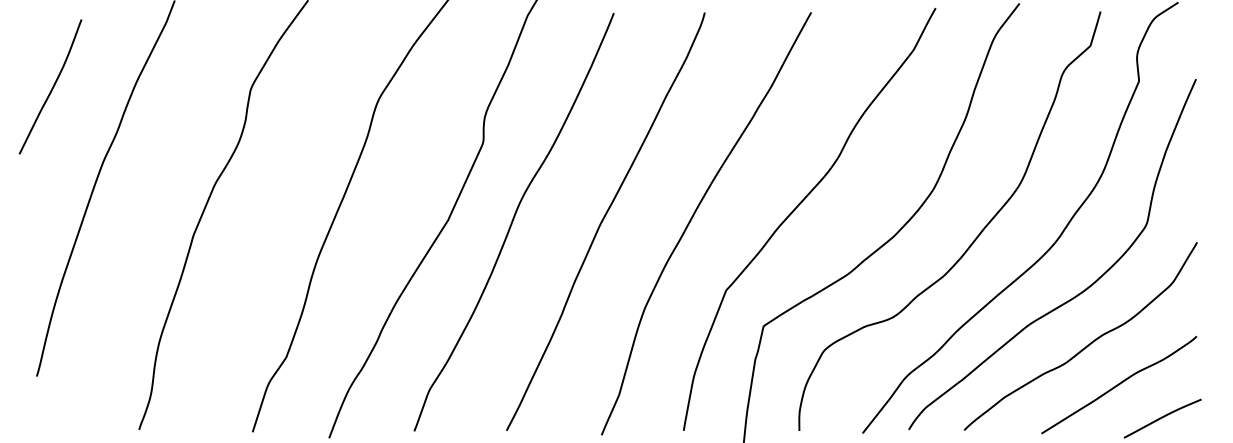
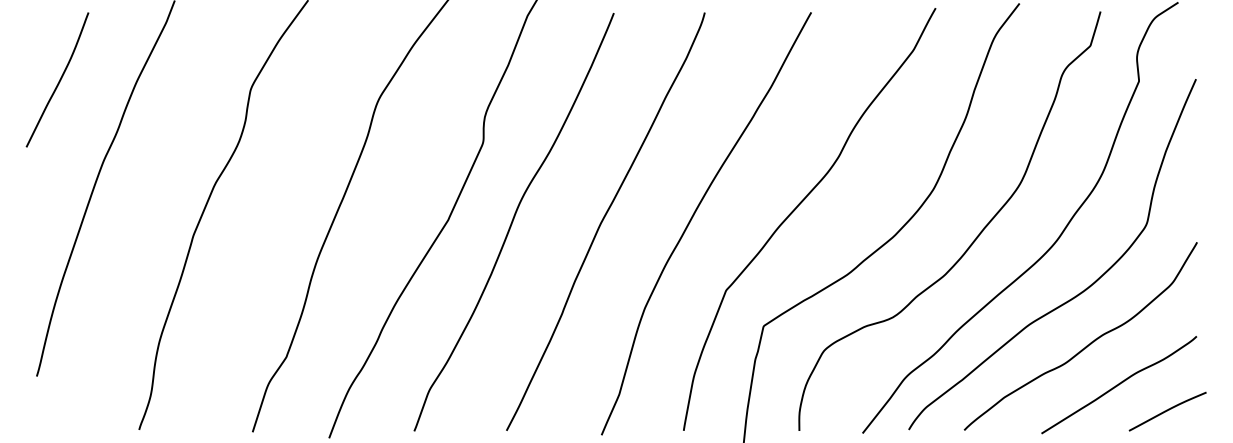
curve at (52, 86) position: (52, 86) -> (59, 79)
curve at (1162, 418) position: (1162, 418) -> (1167, 411)
